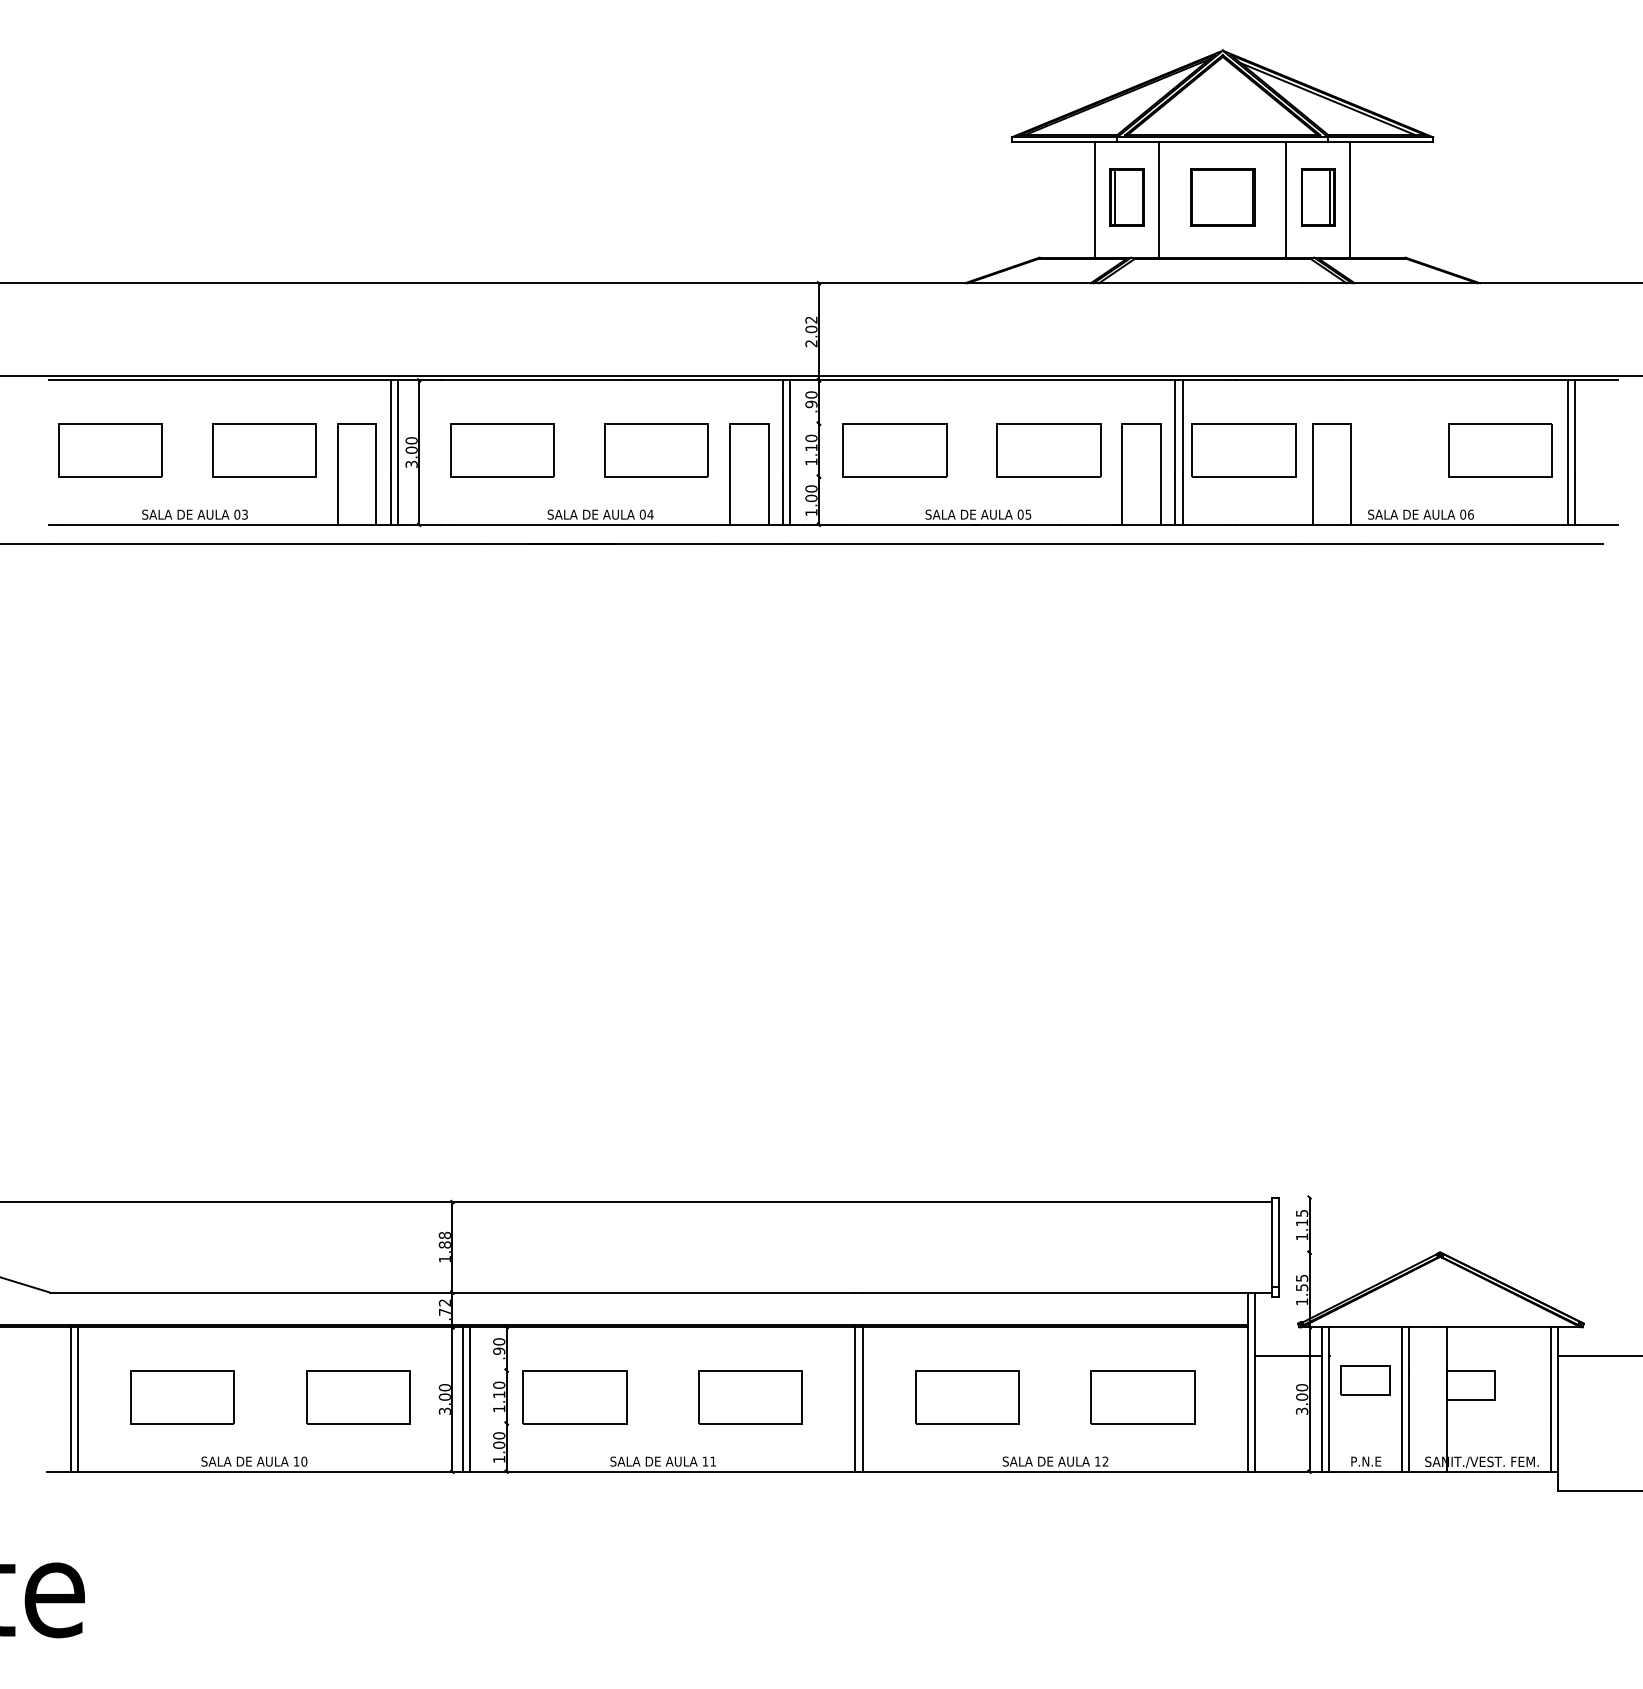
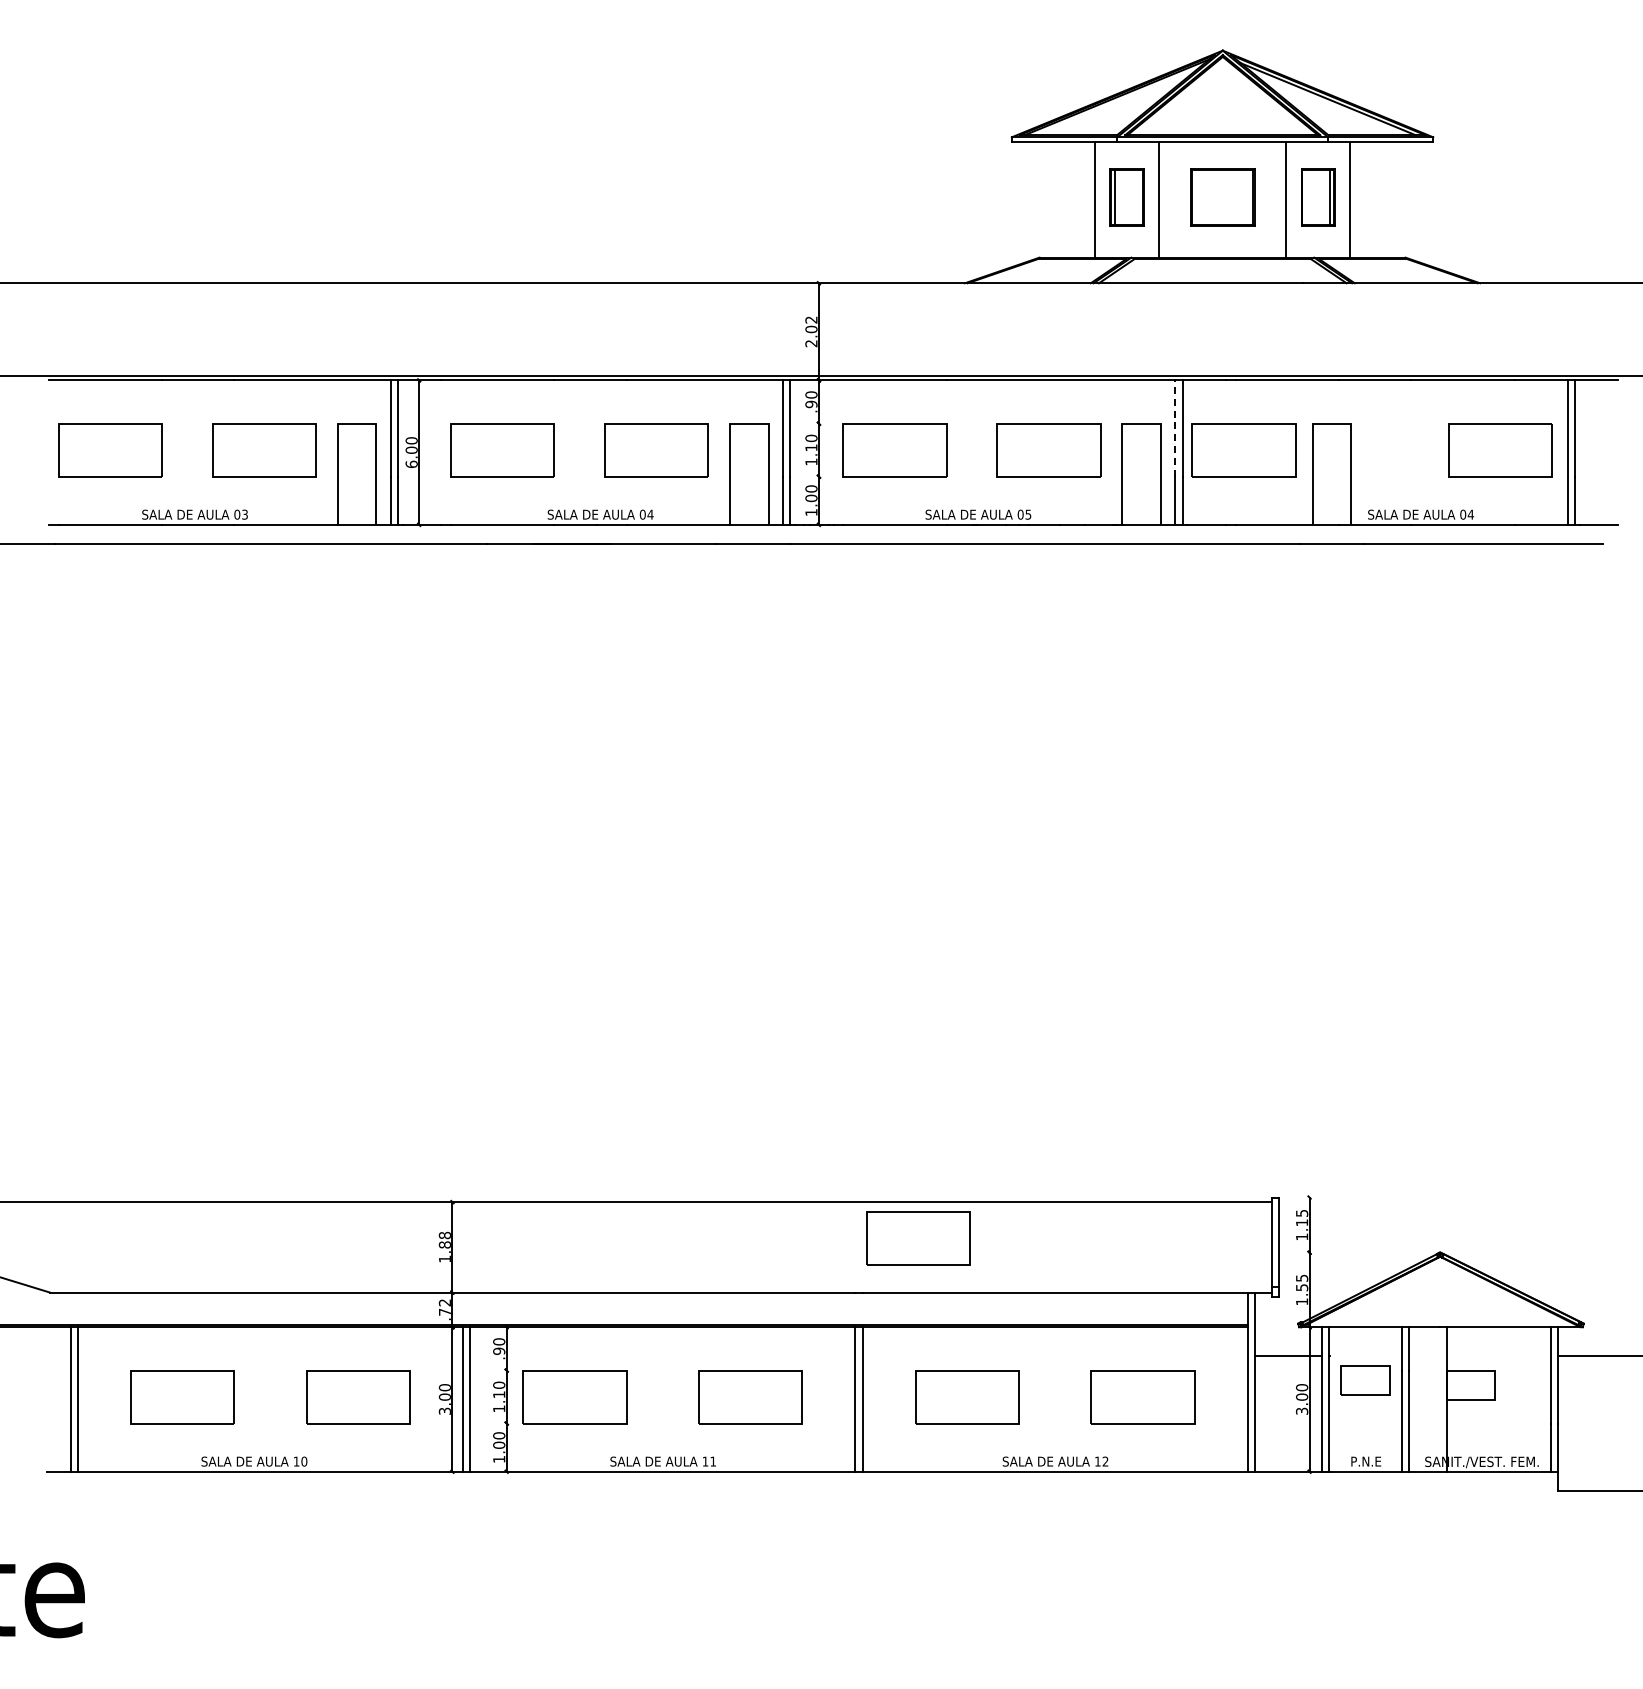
line at (1175, 428): solid -> dashed
text at (411, 464): 3.00 -> 6.00
text at (1470, 514): 06 -> 04
part at (918, 1238): none -> present
